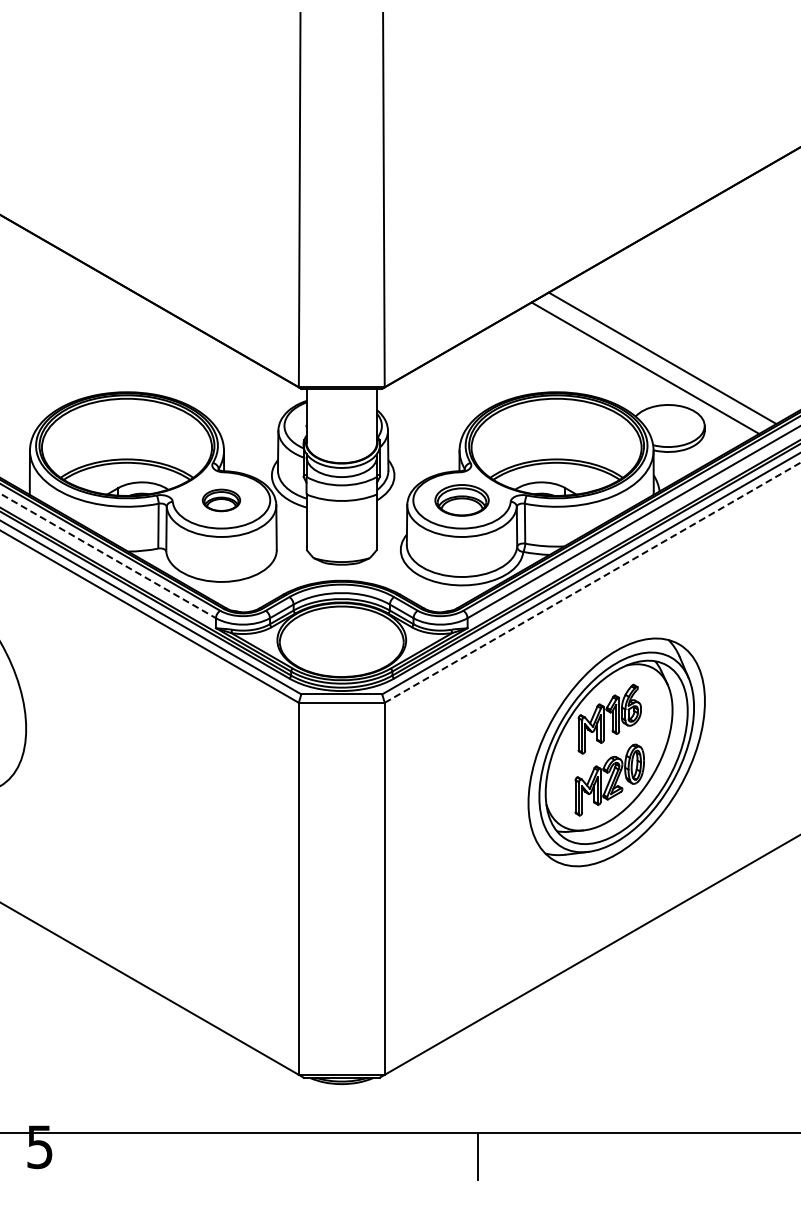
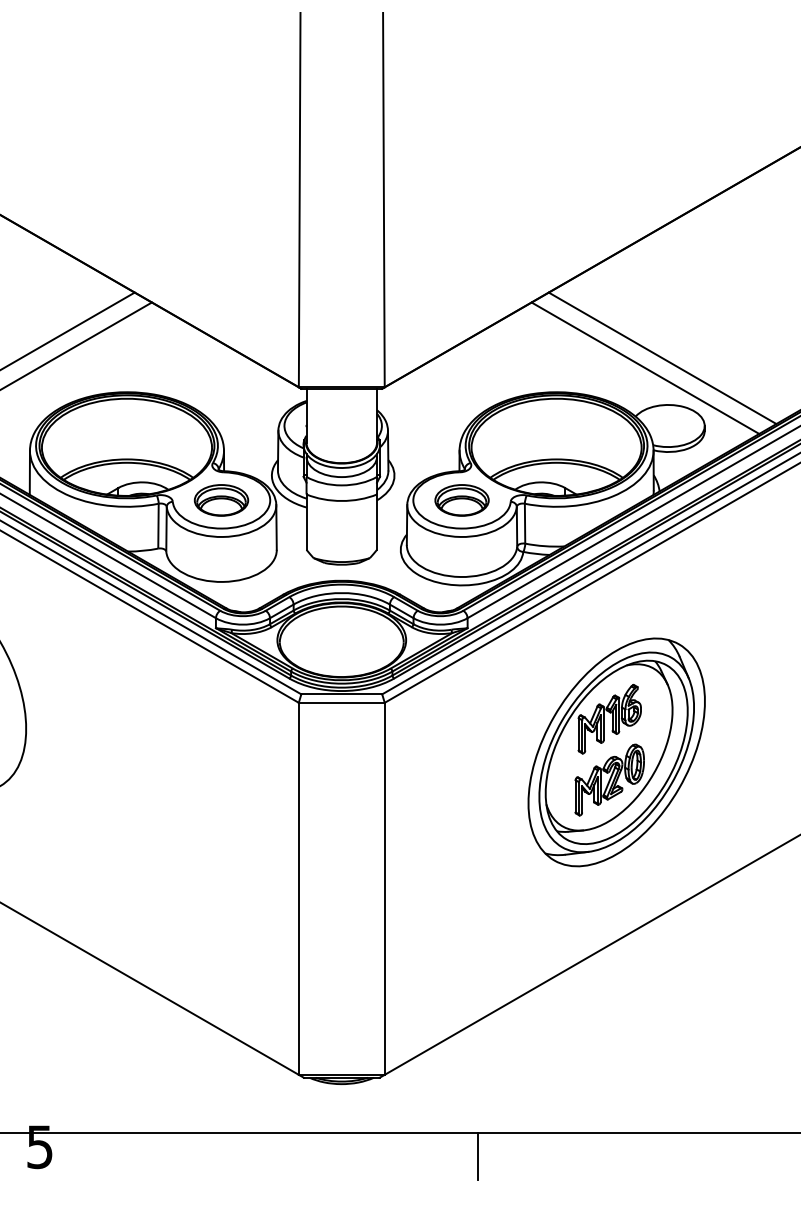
line at (68, 330): none -> present
line at (76, 345): none -> present
part at (221, 500) size: 41x25 px -> 57x33 px
line at (108, 556): dashed -> solid
line at (593, 582): dashed -> solid
